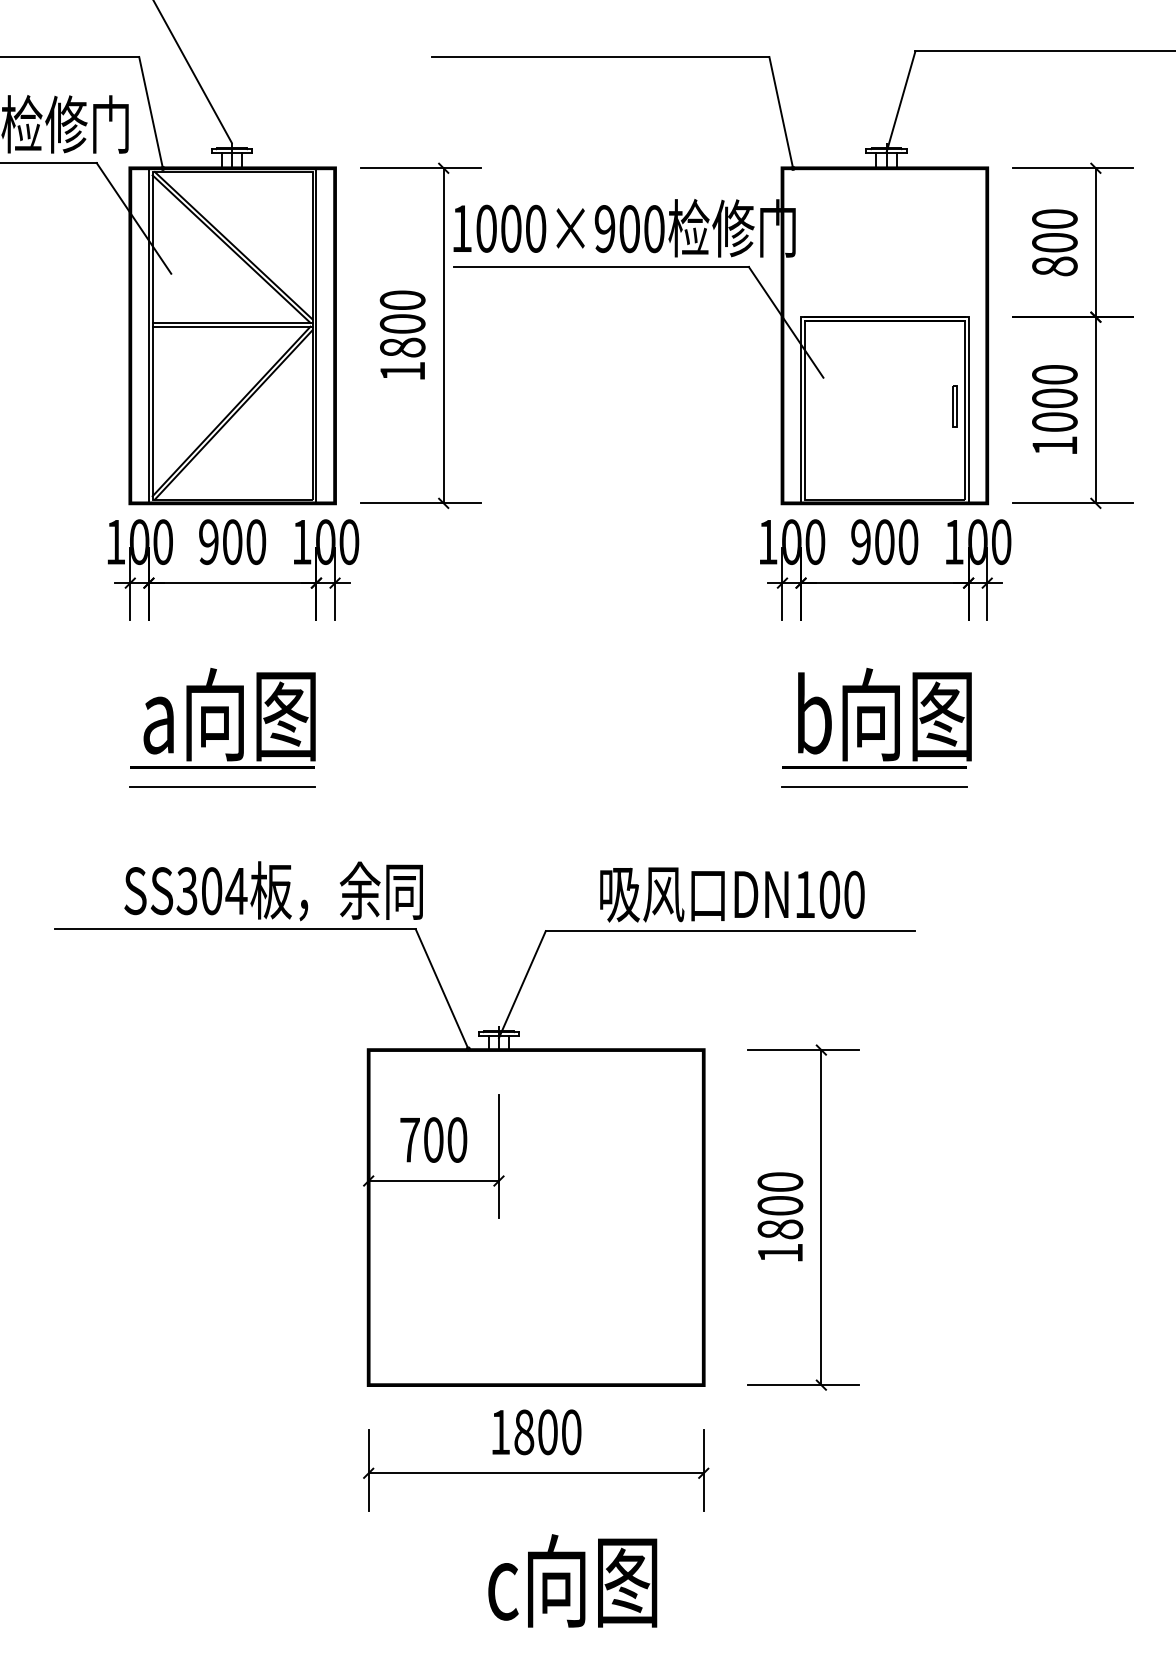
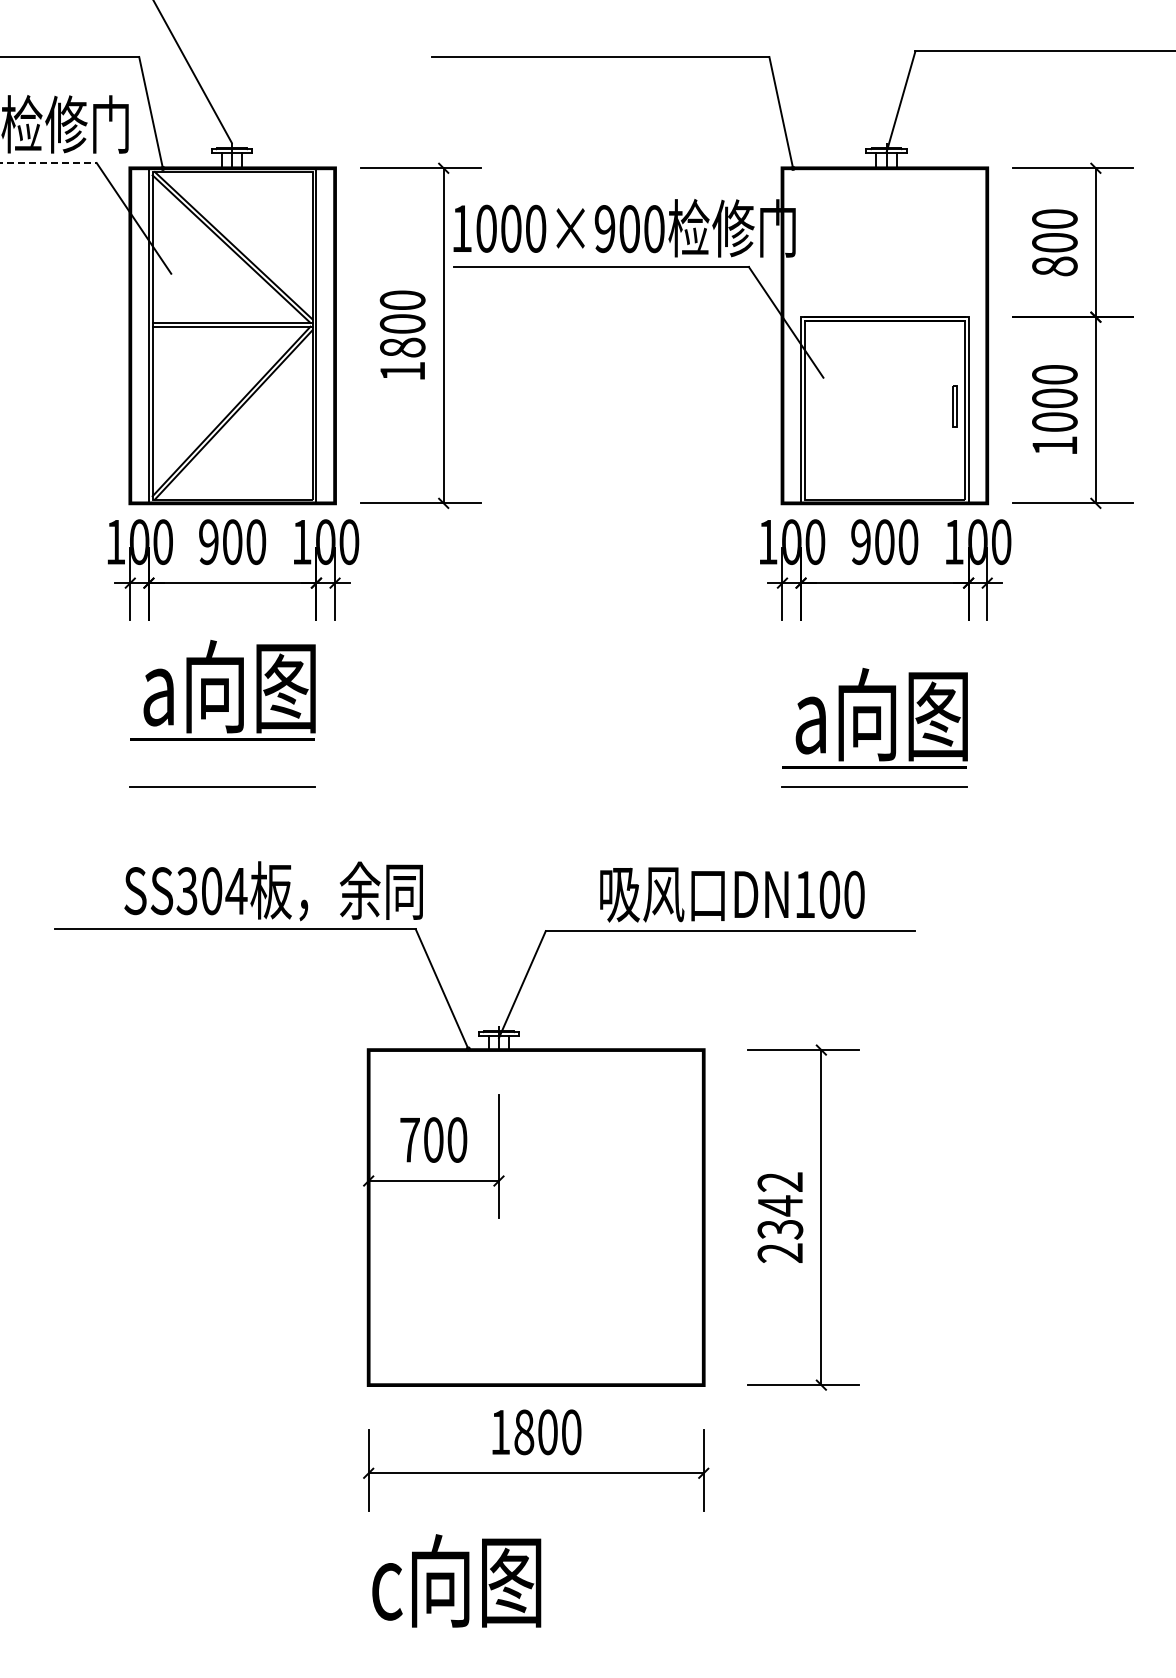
line at (48, 163): solid -> dashed
text at (883, 714): b向图 -> a向图
text at (222, 718) position: (222, 718) -> (222, 690)
text at (780, 1217): 1800 -> 2342
text at (572, 1580) position: (572, 1580) -> (456, 1580)
